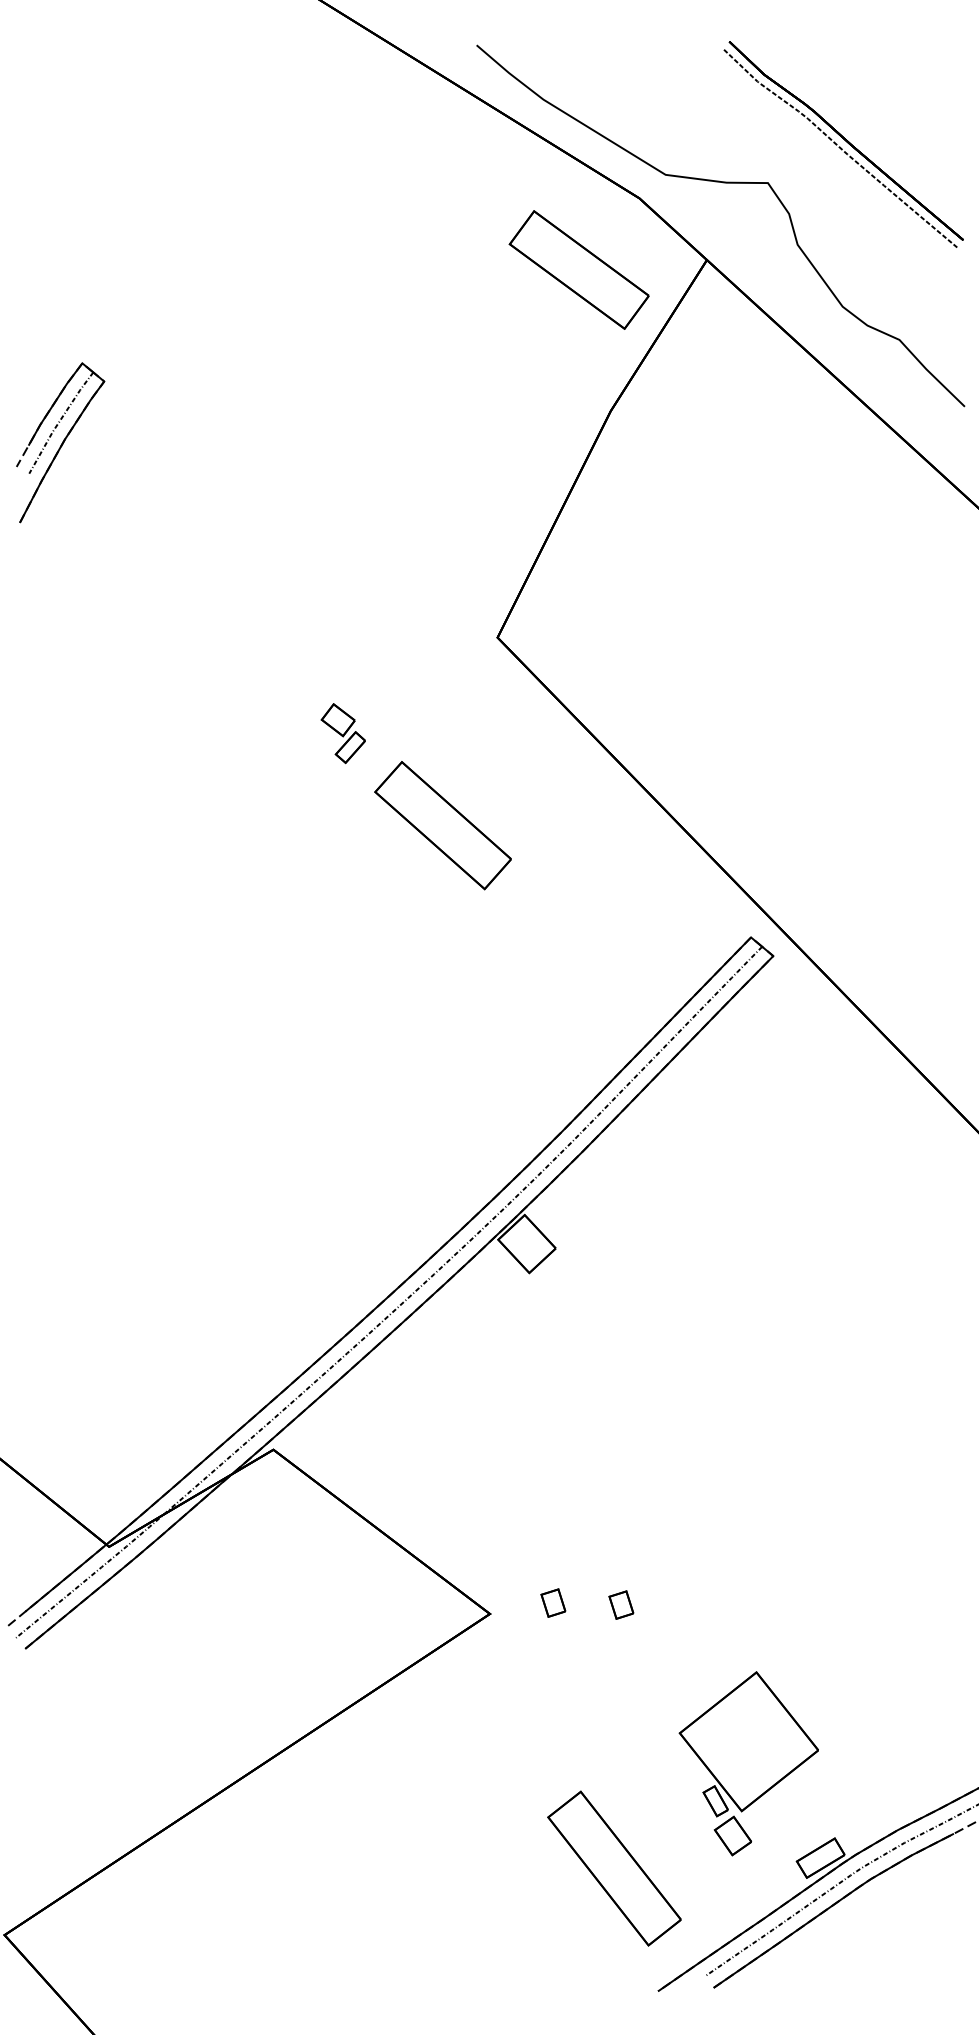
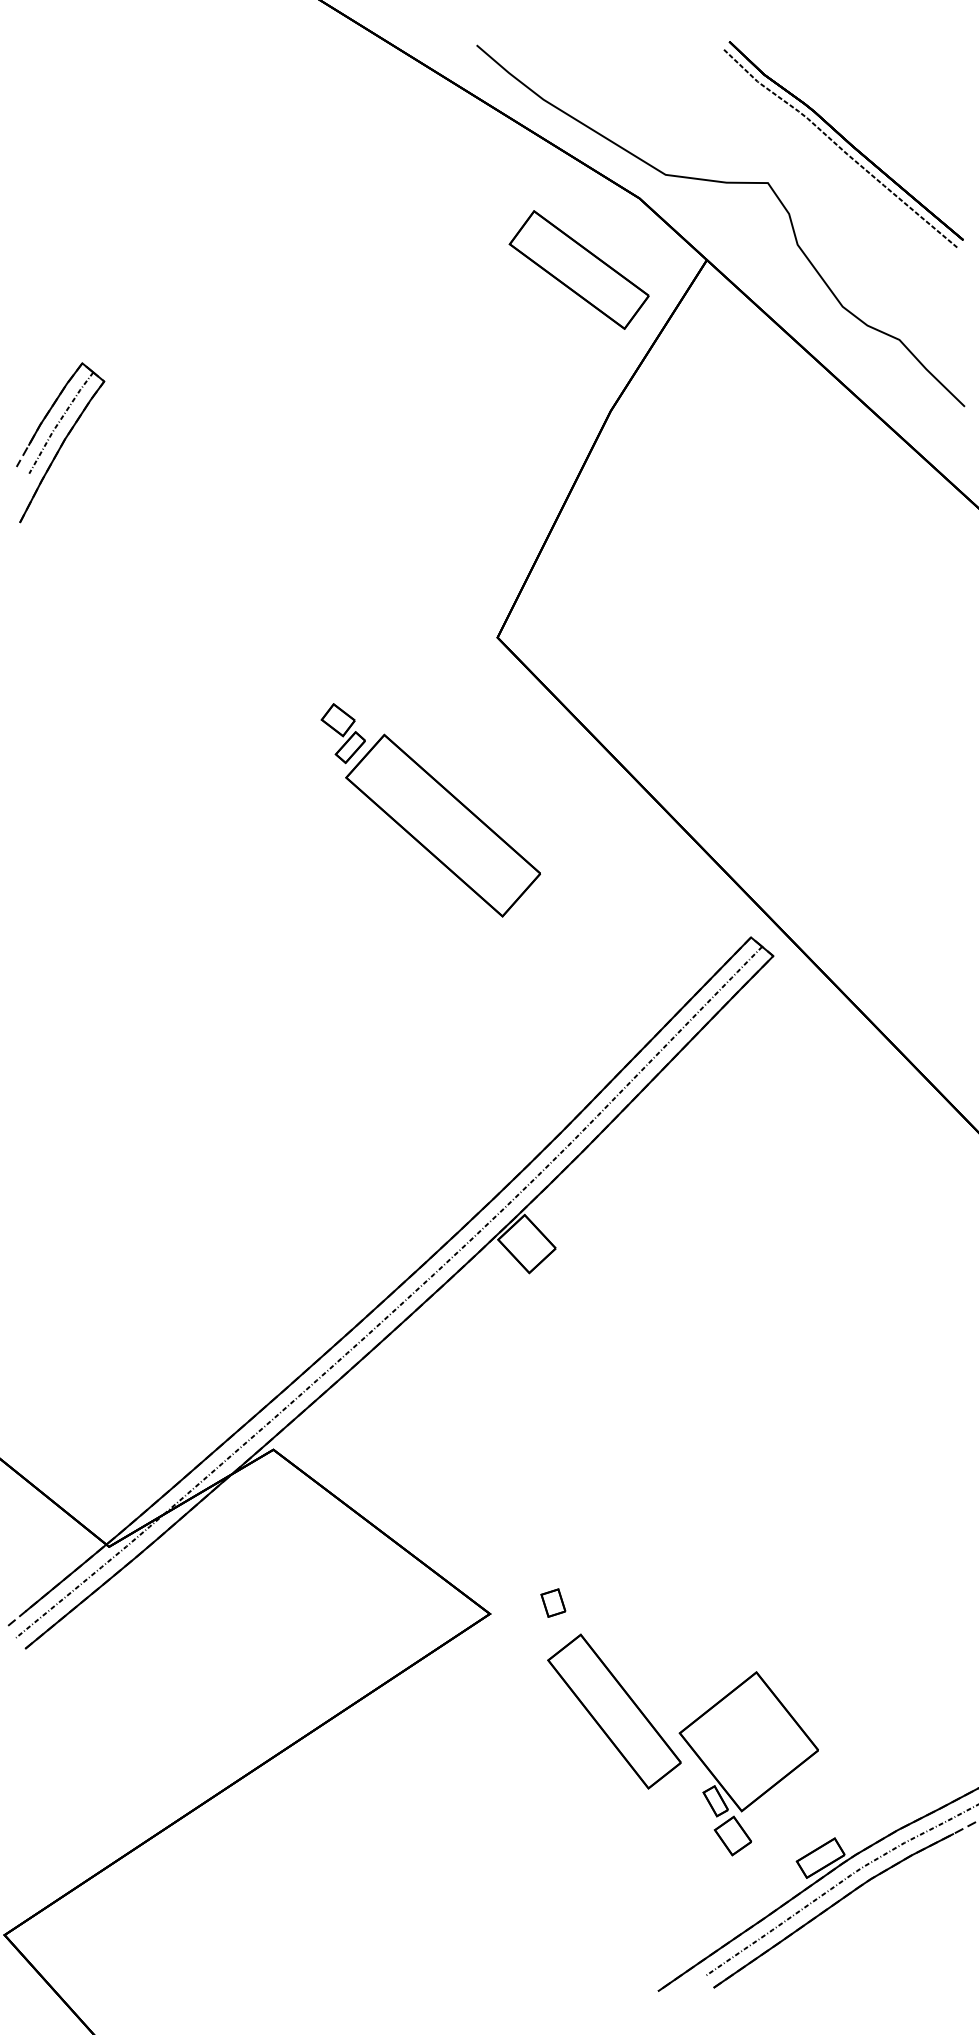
part at (442, 825) size: 138x130 px -> 196x185 px
part at (621, 1604): present -> none
part at (614, 1868) position: (614, 1868) -> (614, 1711)
